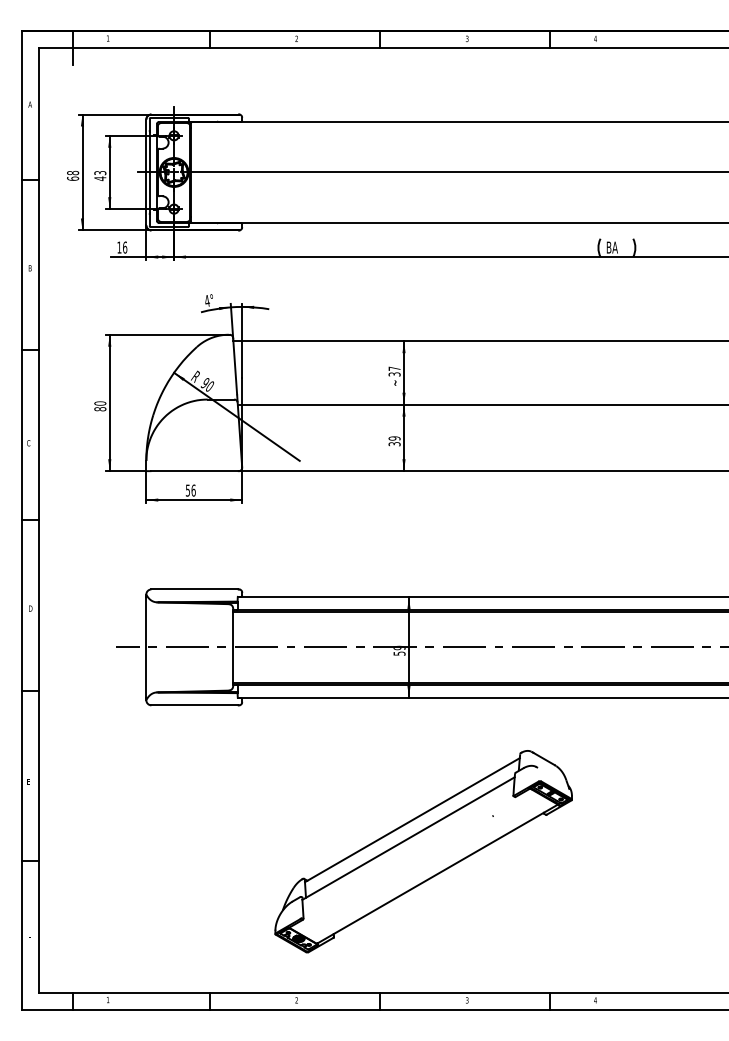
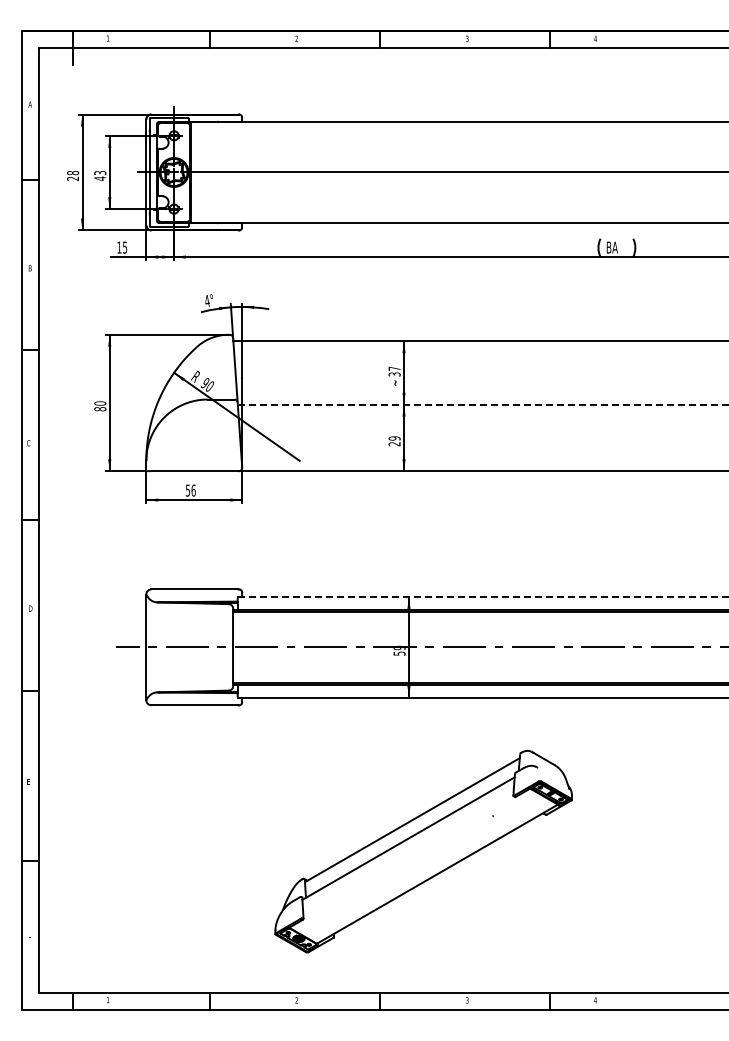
text at (73, 178): 68 -> 28
text at (125, 247): 16 -> 15
line at (482, 404): solid -> dashed
text at (394, 444): 39 -> 29
line at (482, 597): solid -> dashed
